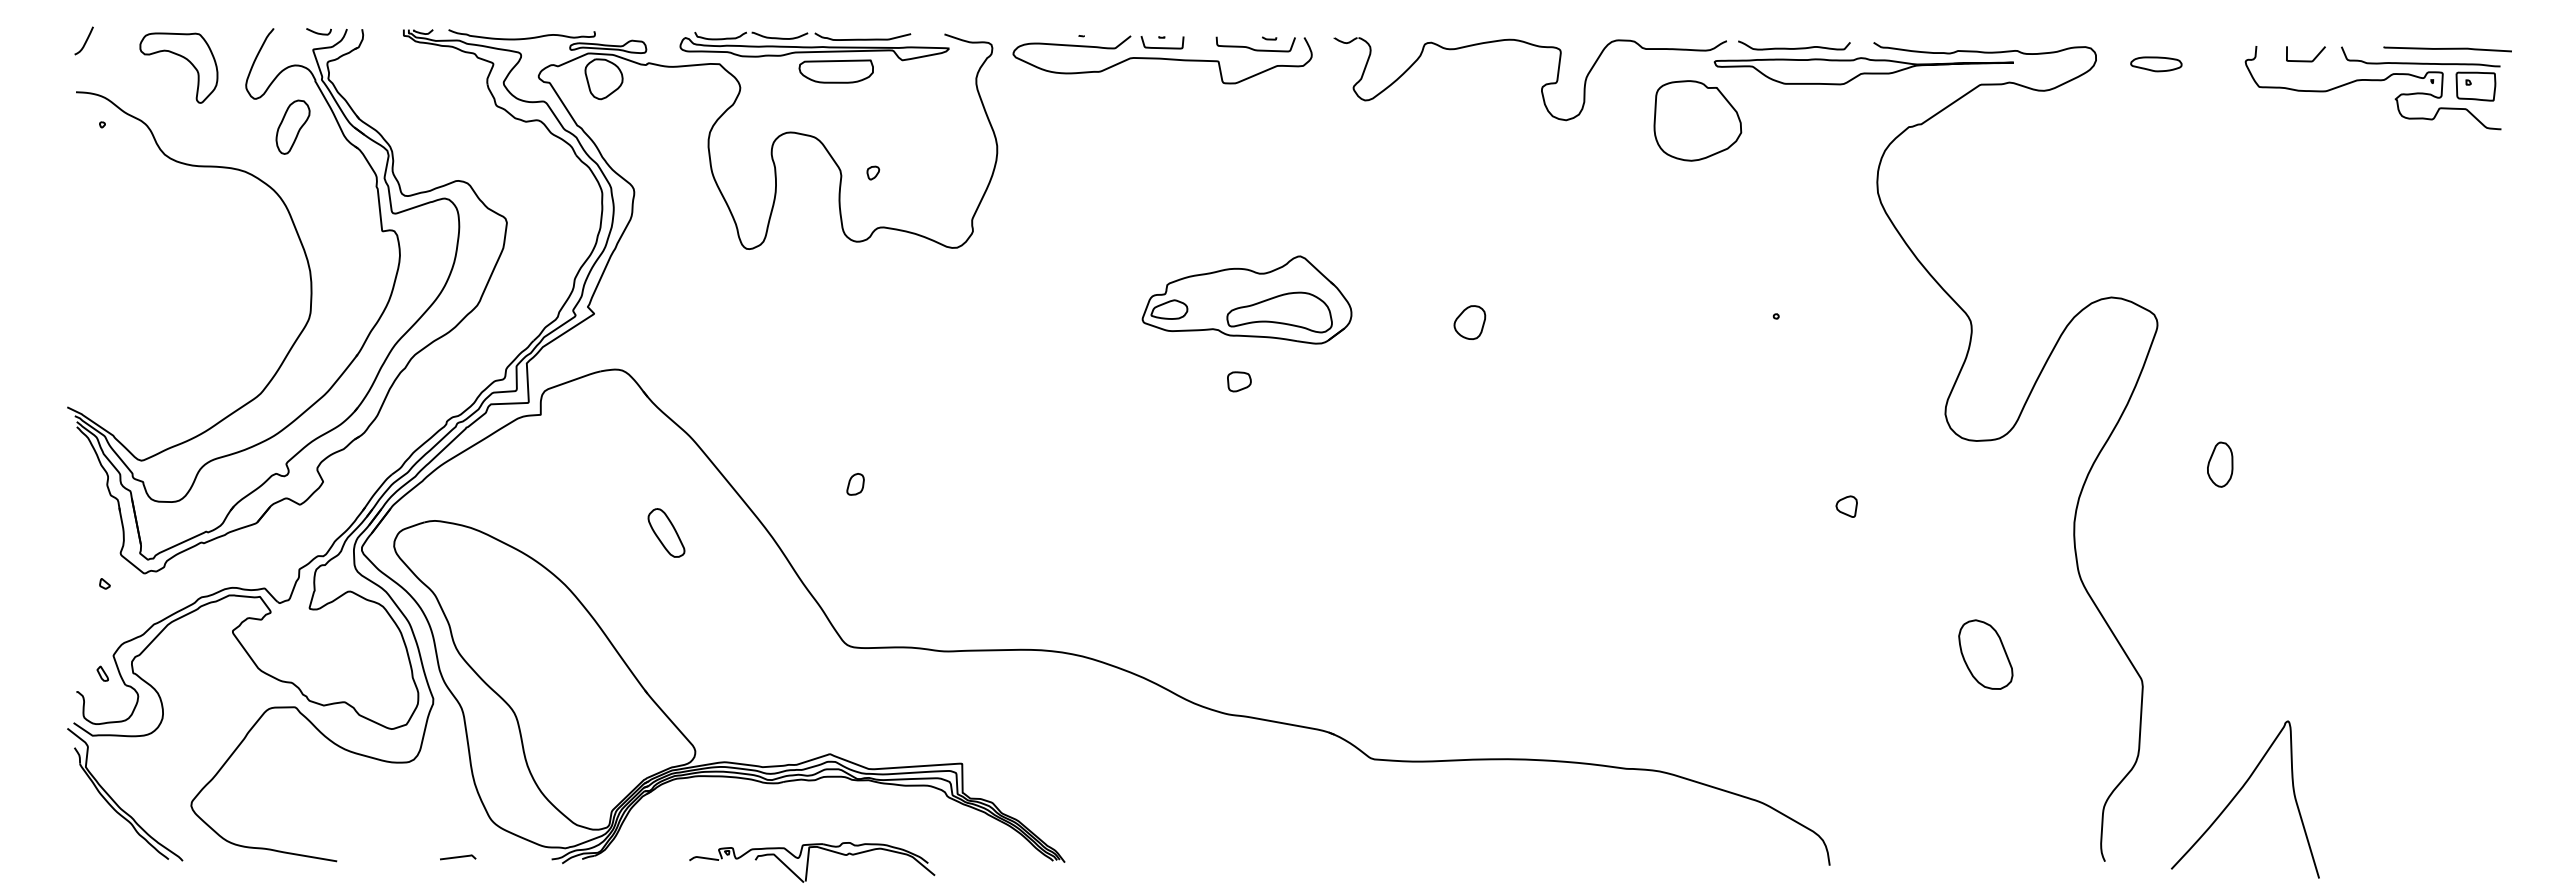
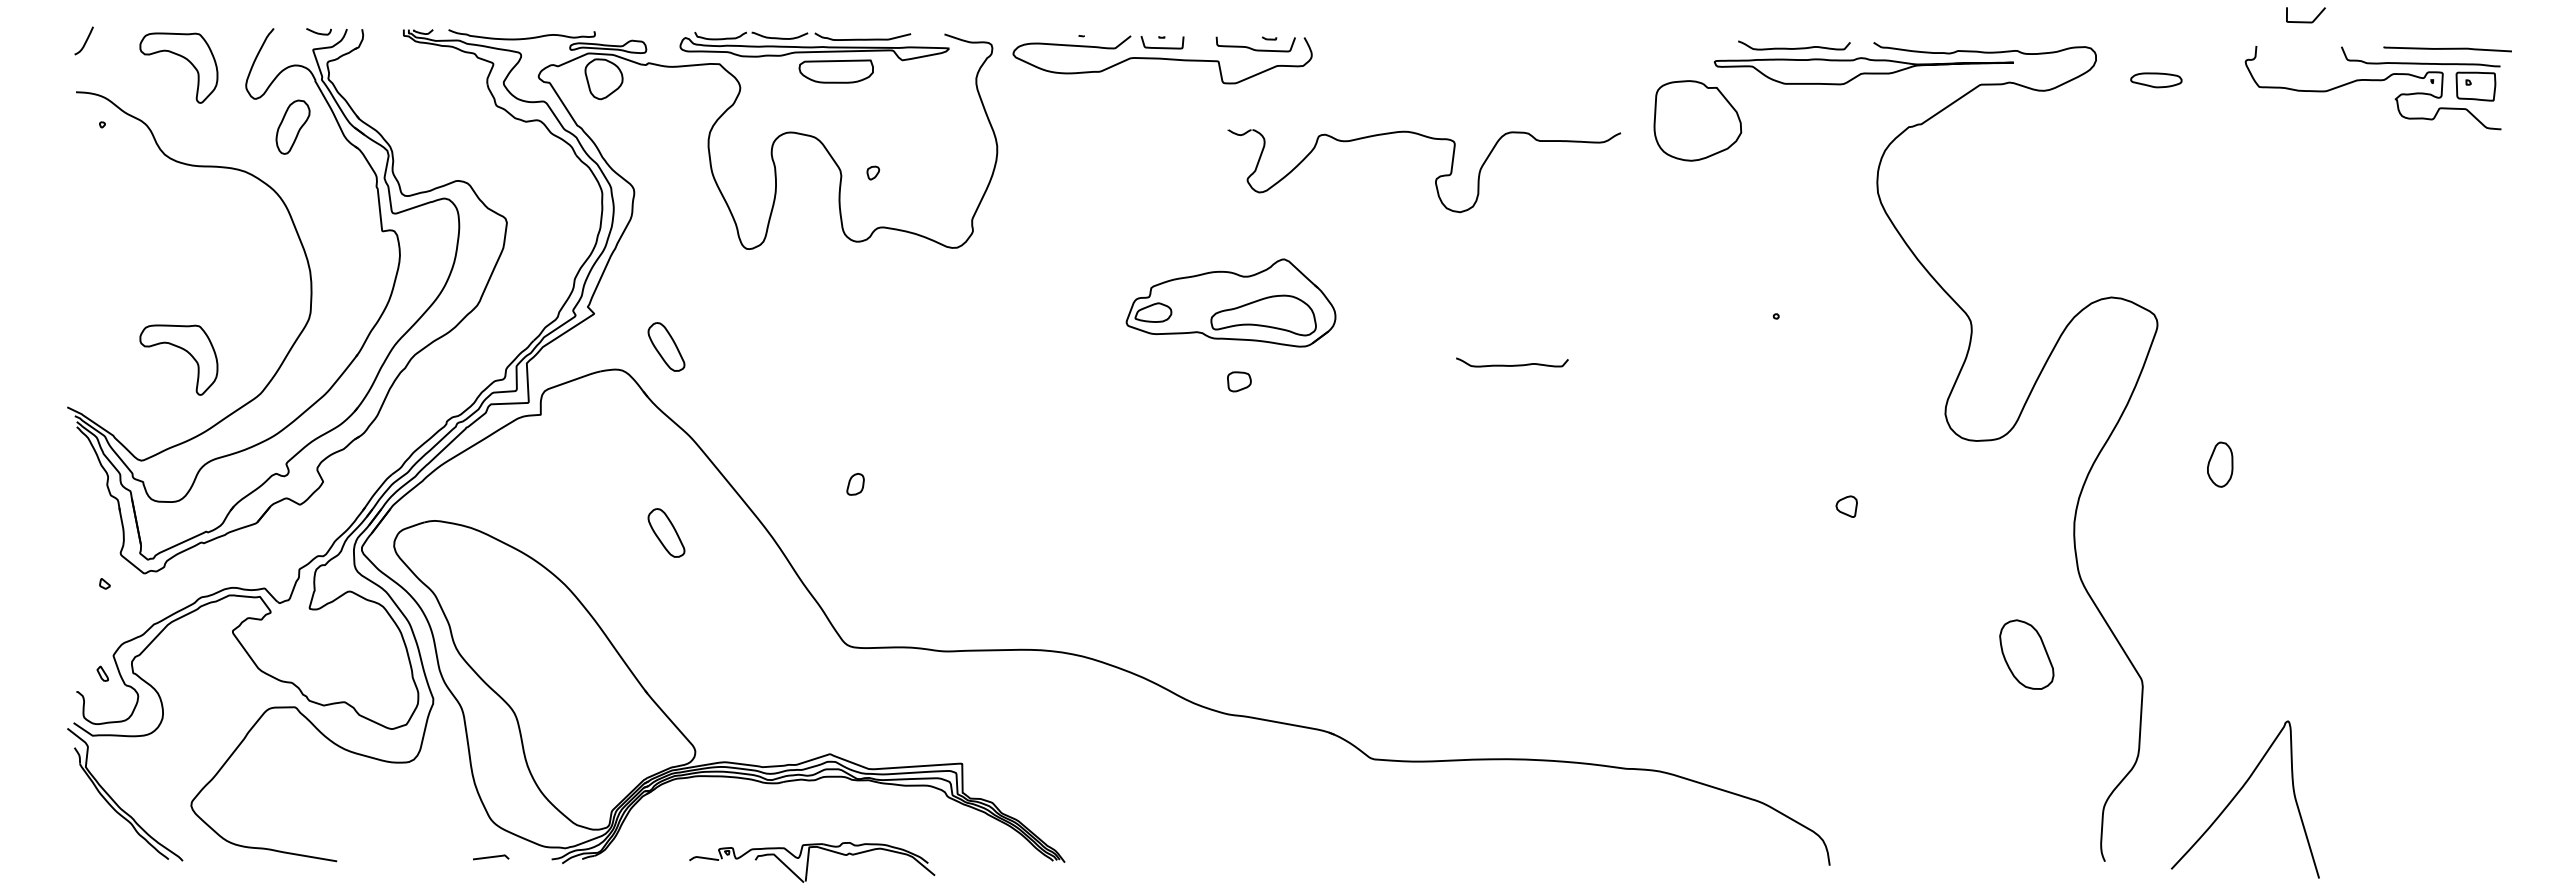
curve at (2305, 60) position: (2305, 60) -> (2305, 21)
part at (2156, 64) position: (2156, 64) -> (2156, 80)
part at (1541, 86) position: (1541, 86) -> (1435, 178)
part at (1246, 299) position: (1246, 299) -> (1230, 302)
part at (1469, 322): present -> none
part at (666, 346): none -> present
part at (183, 350): none -> present
curve at (1513, 364): none -> present
part at (1985, 654) position: (1985, 654) -> (2026, 654)
curve at (458, 857) position: (458, 857) -> (491, 857)
